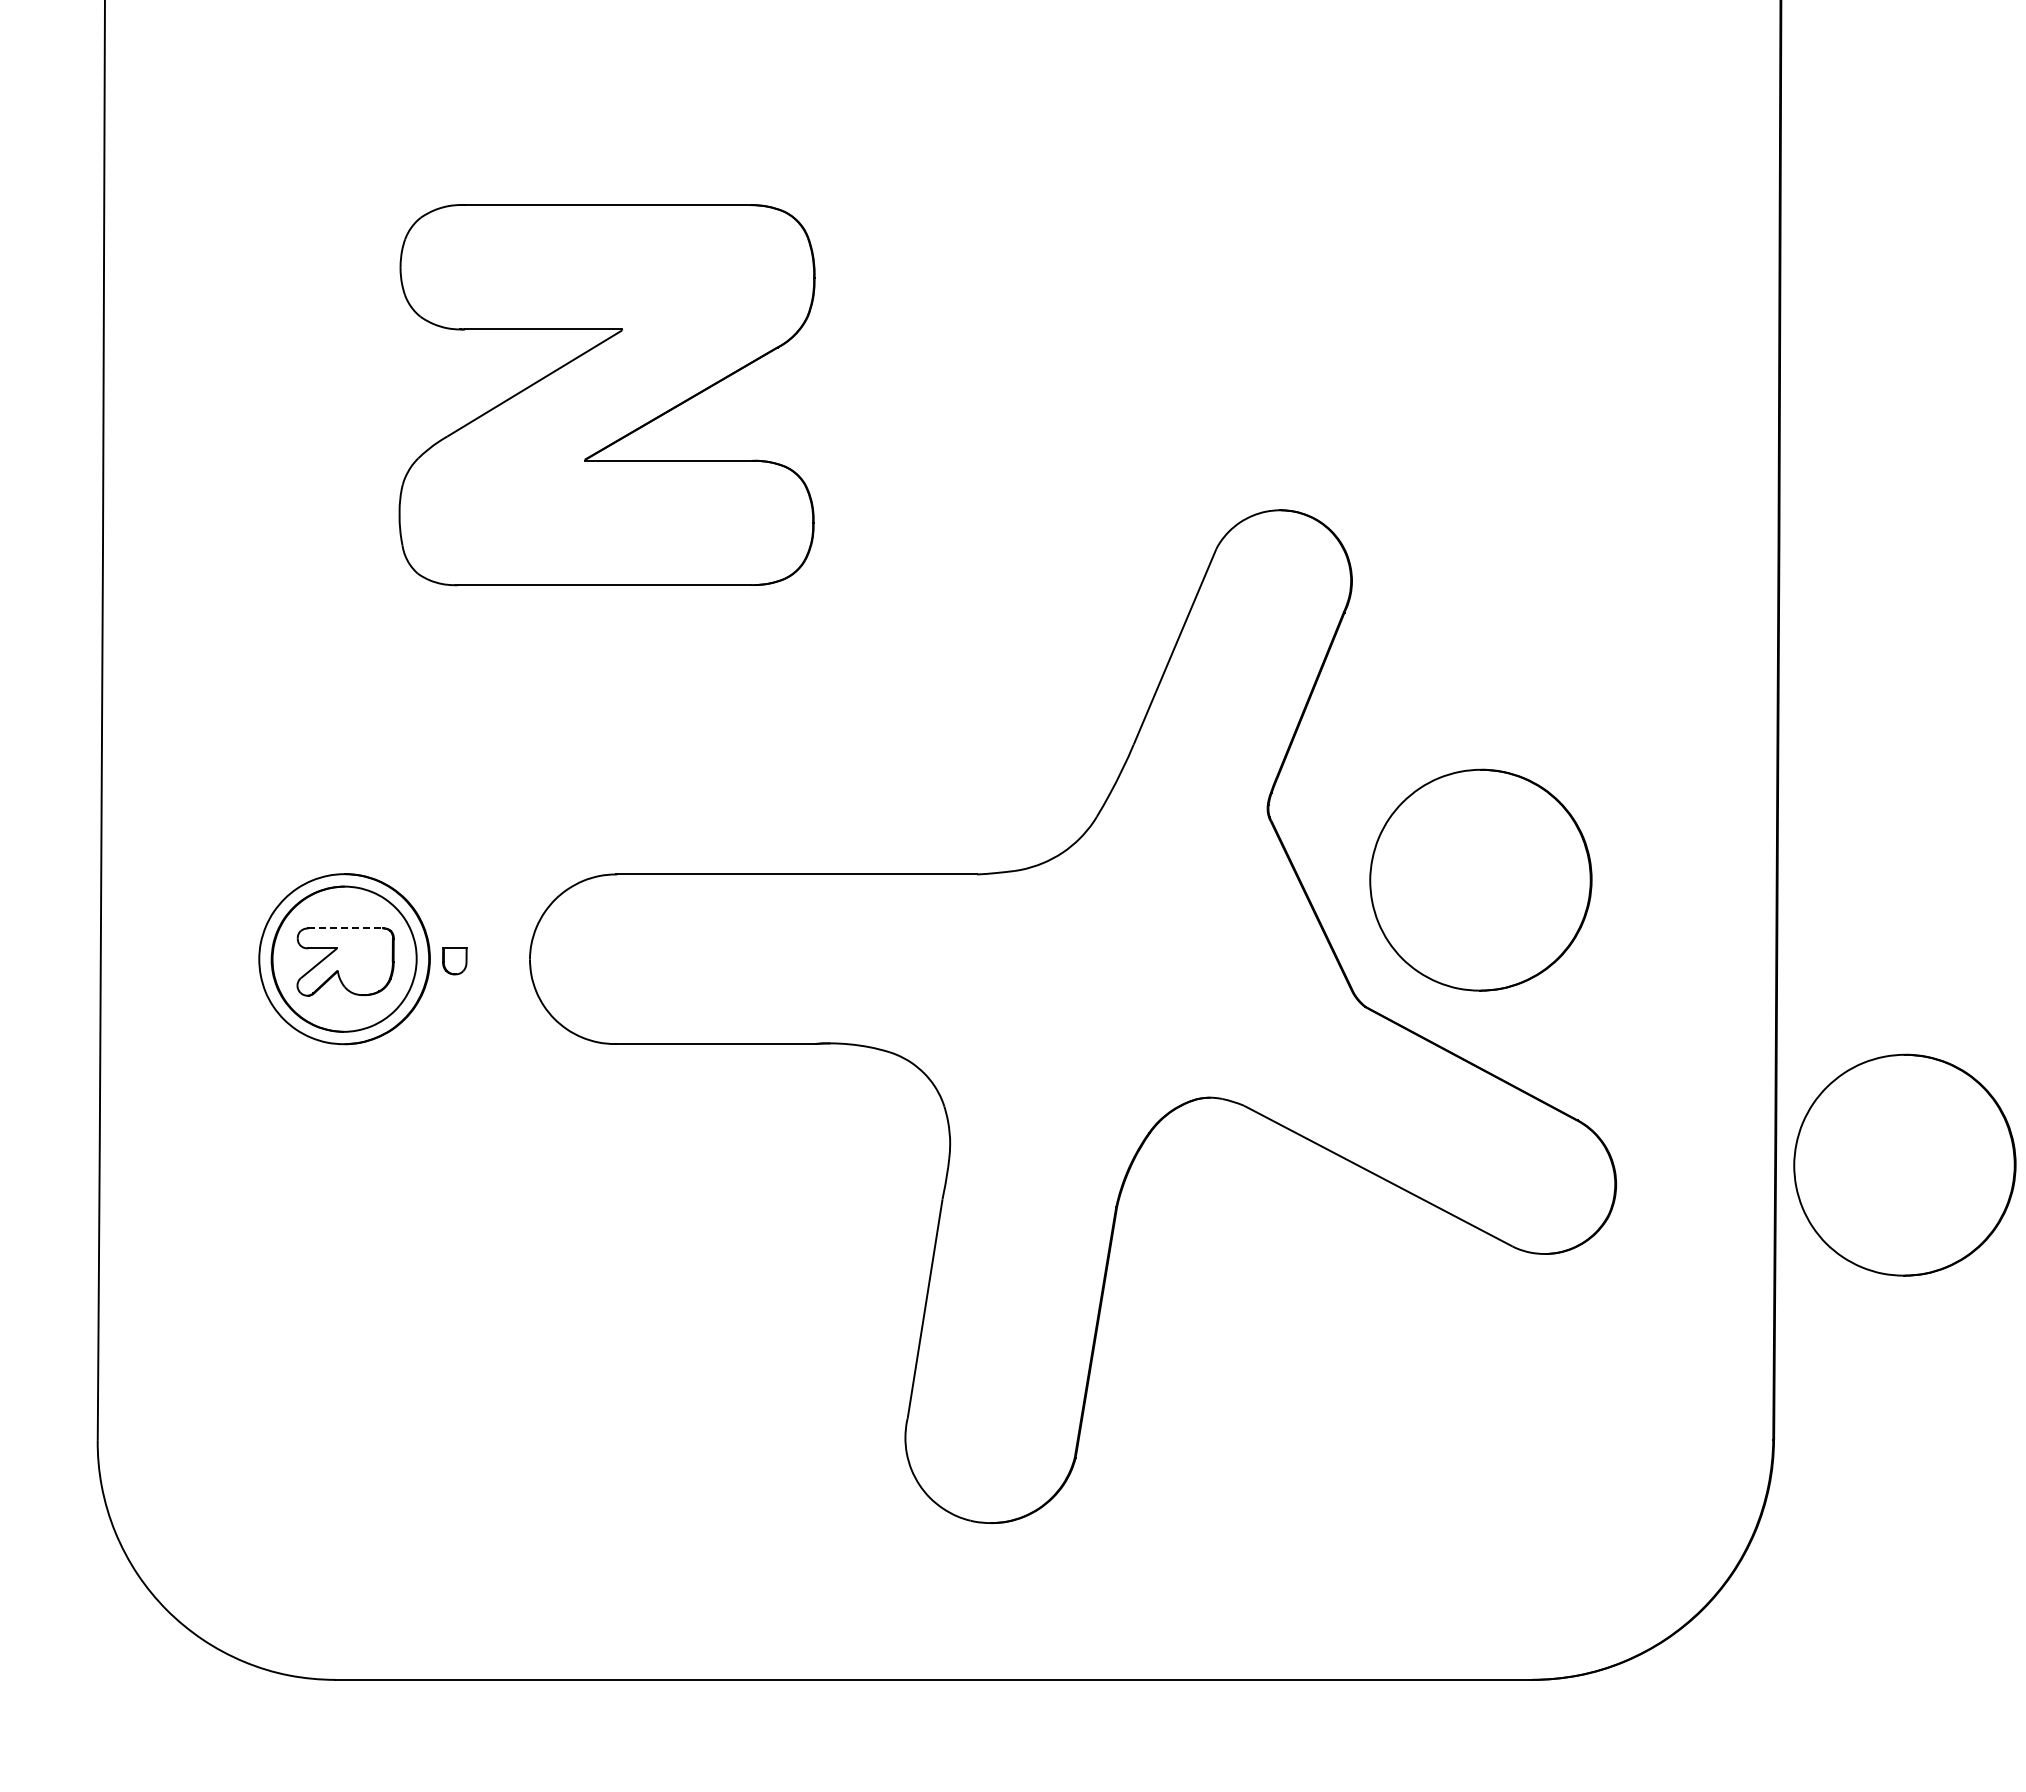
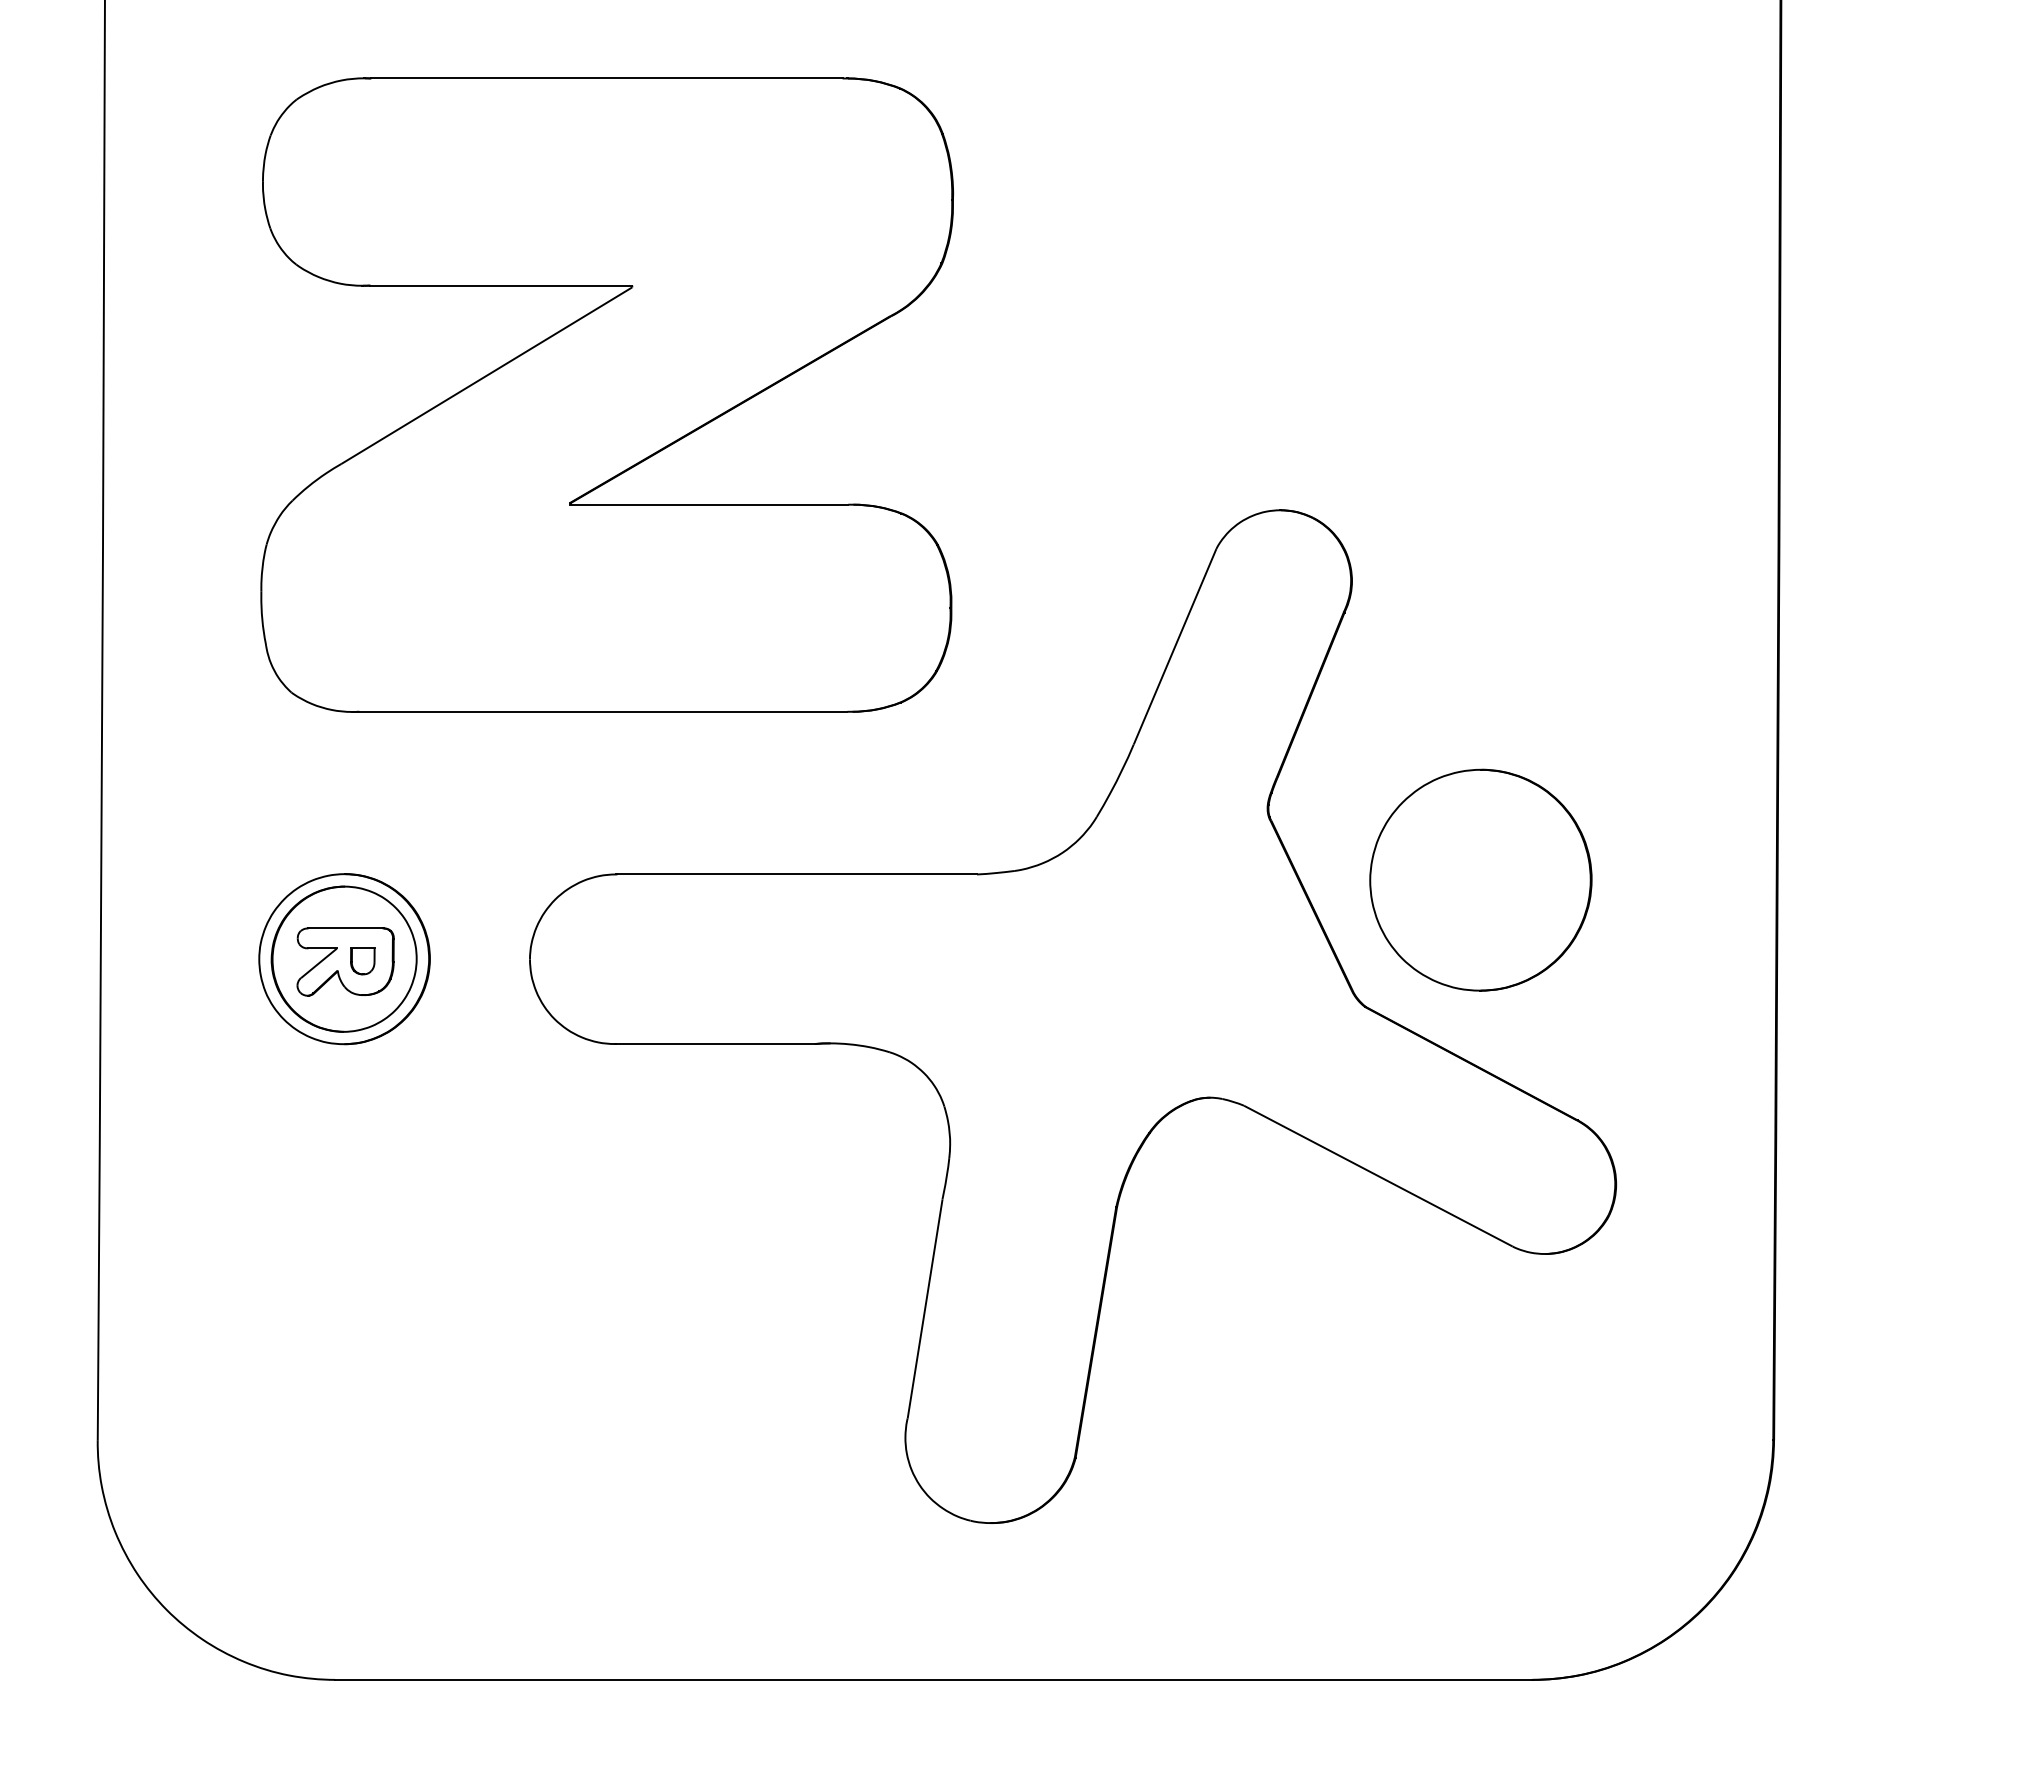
part at (606, 395) size: 418x383 px -> 694x636 px
line at (345, 928): dashed -> solid
part at (454, 961) position: (454, 961) -> (362, 961)
part at (1904, 1164): present -> none
